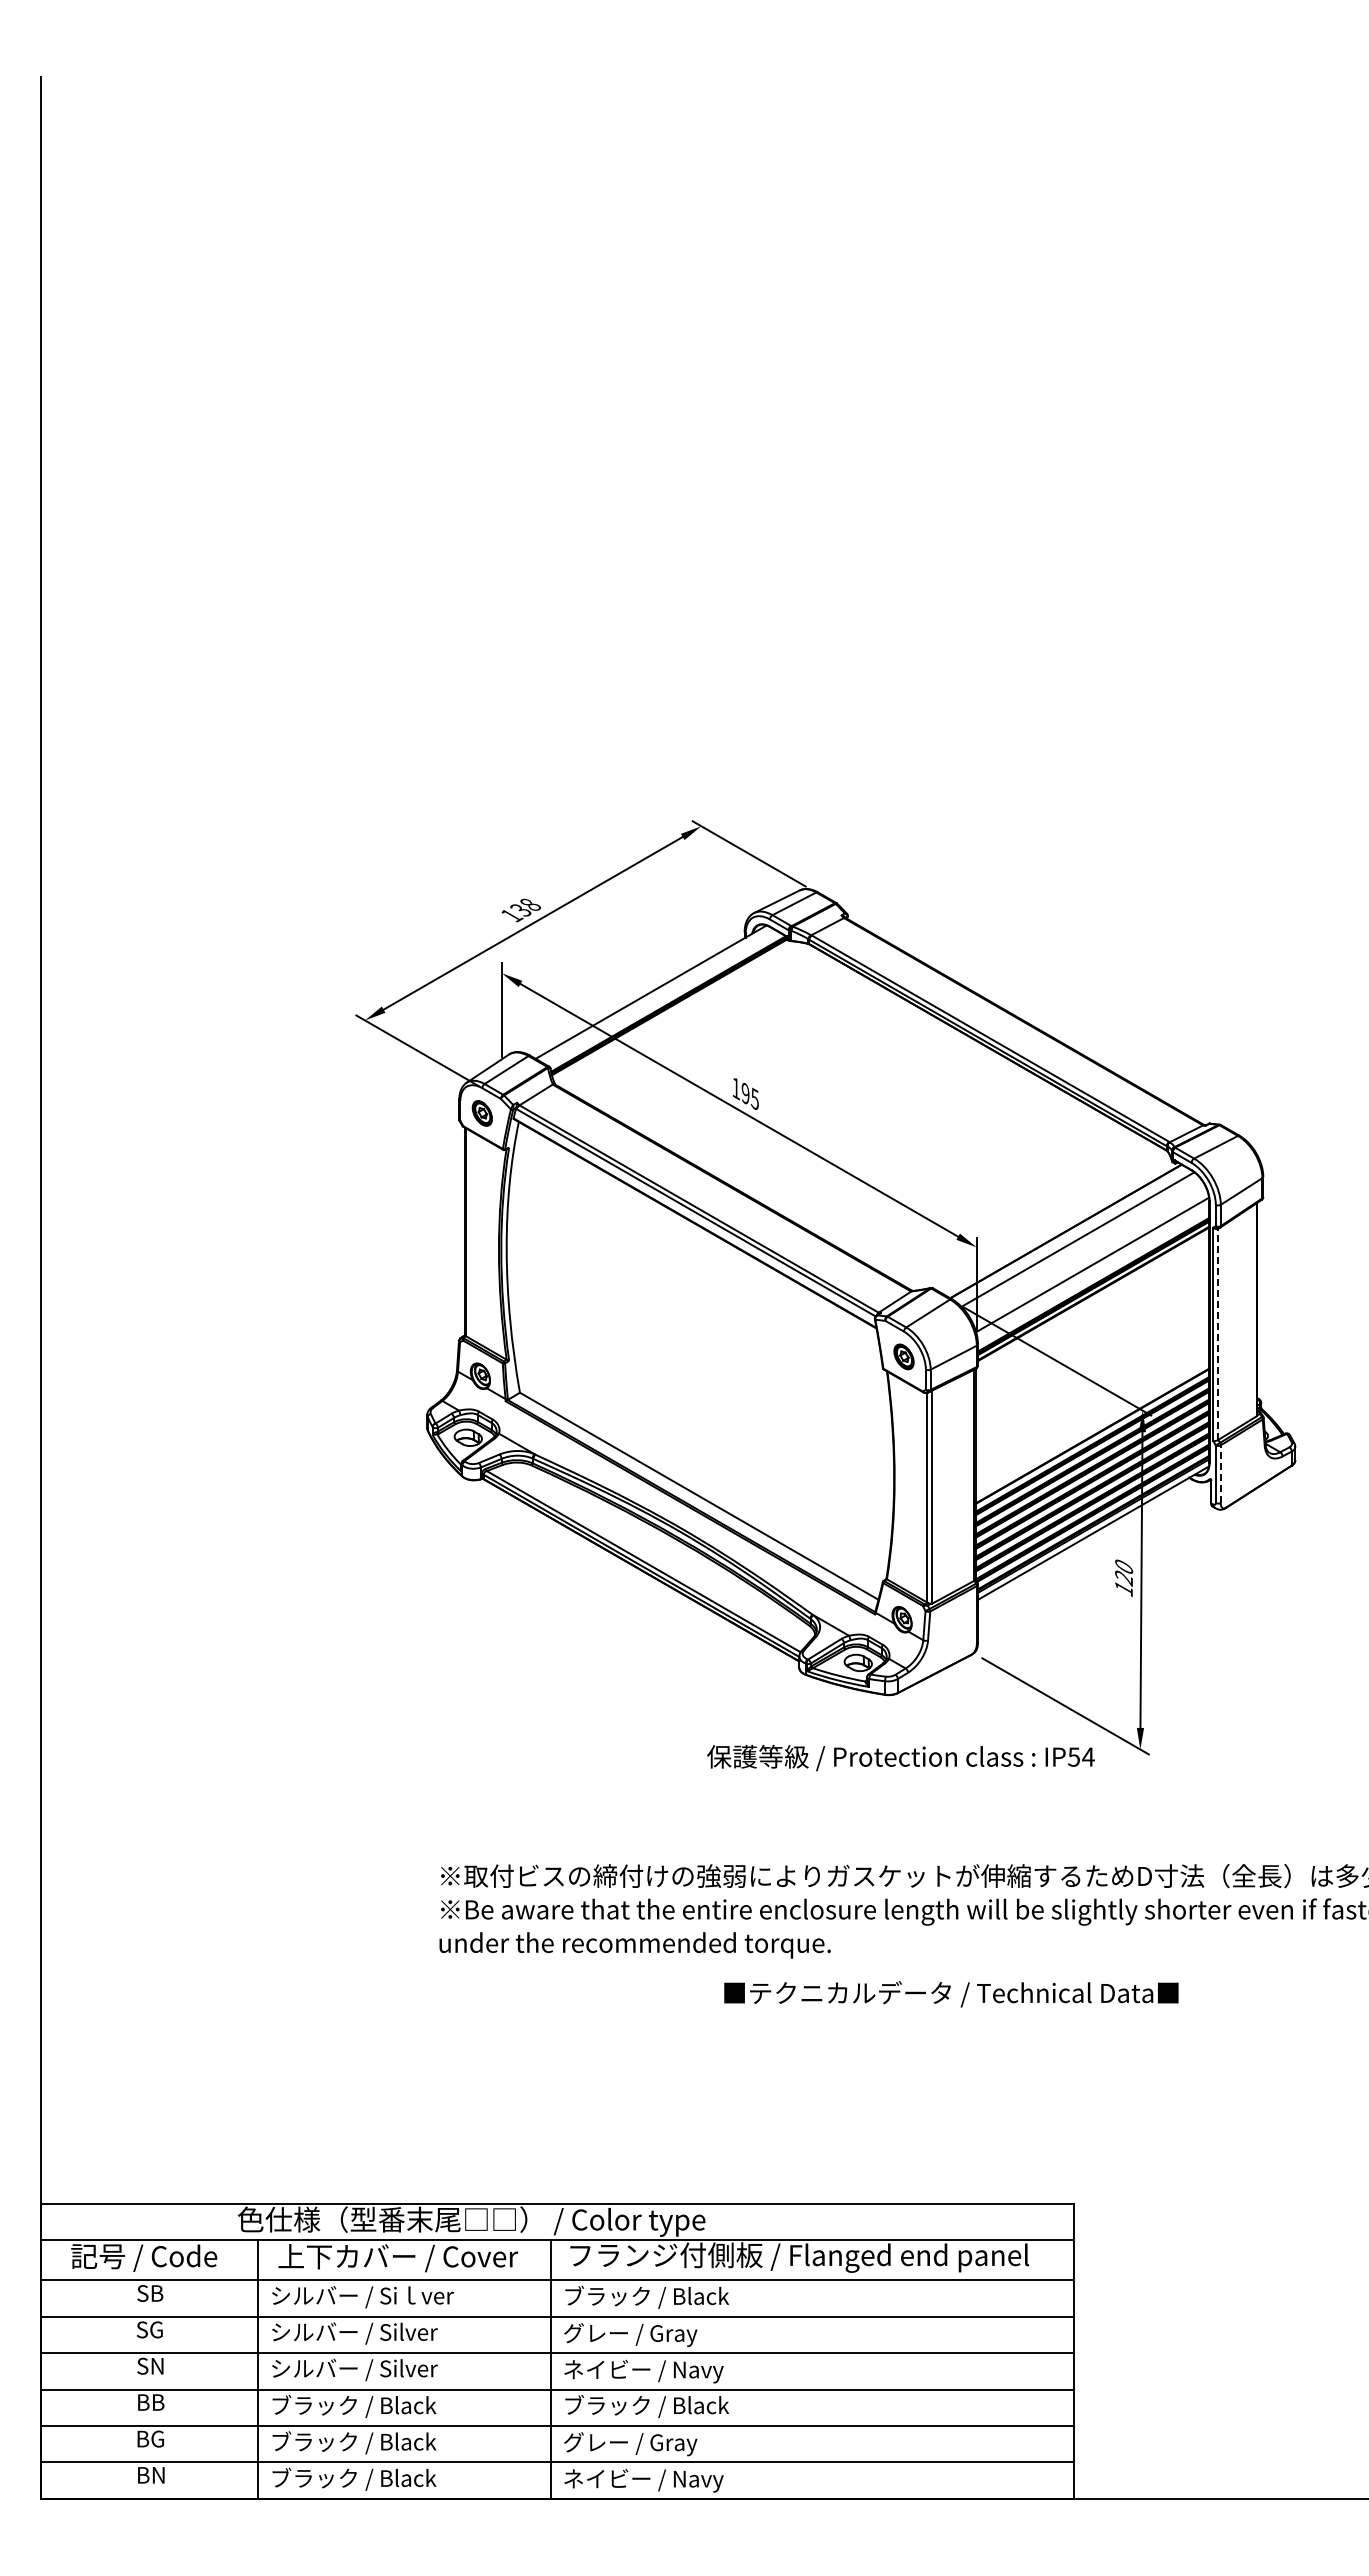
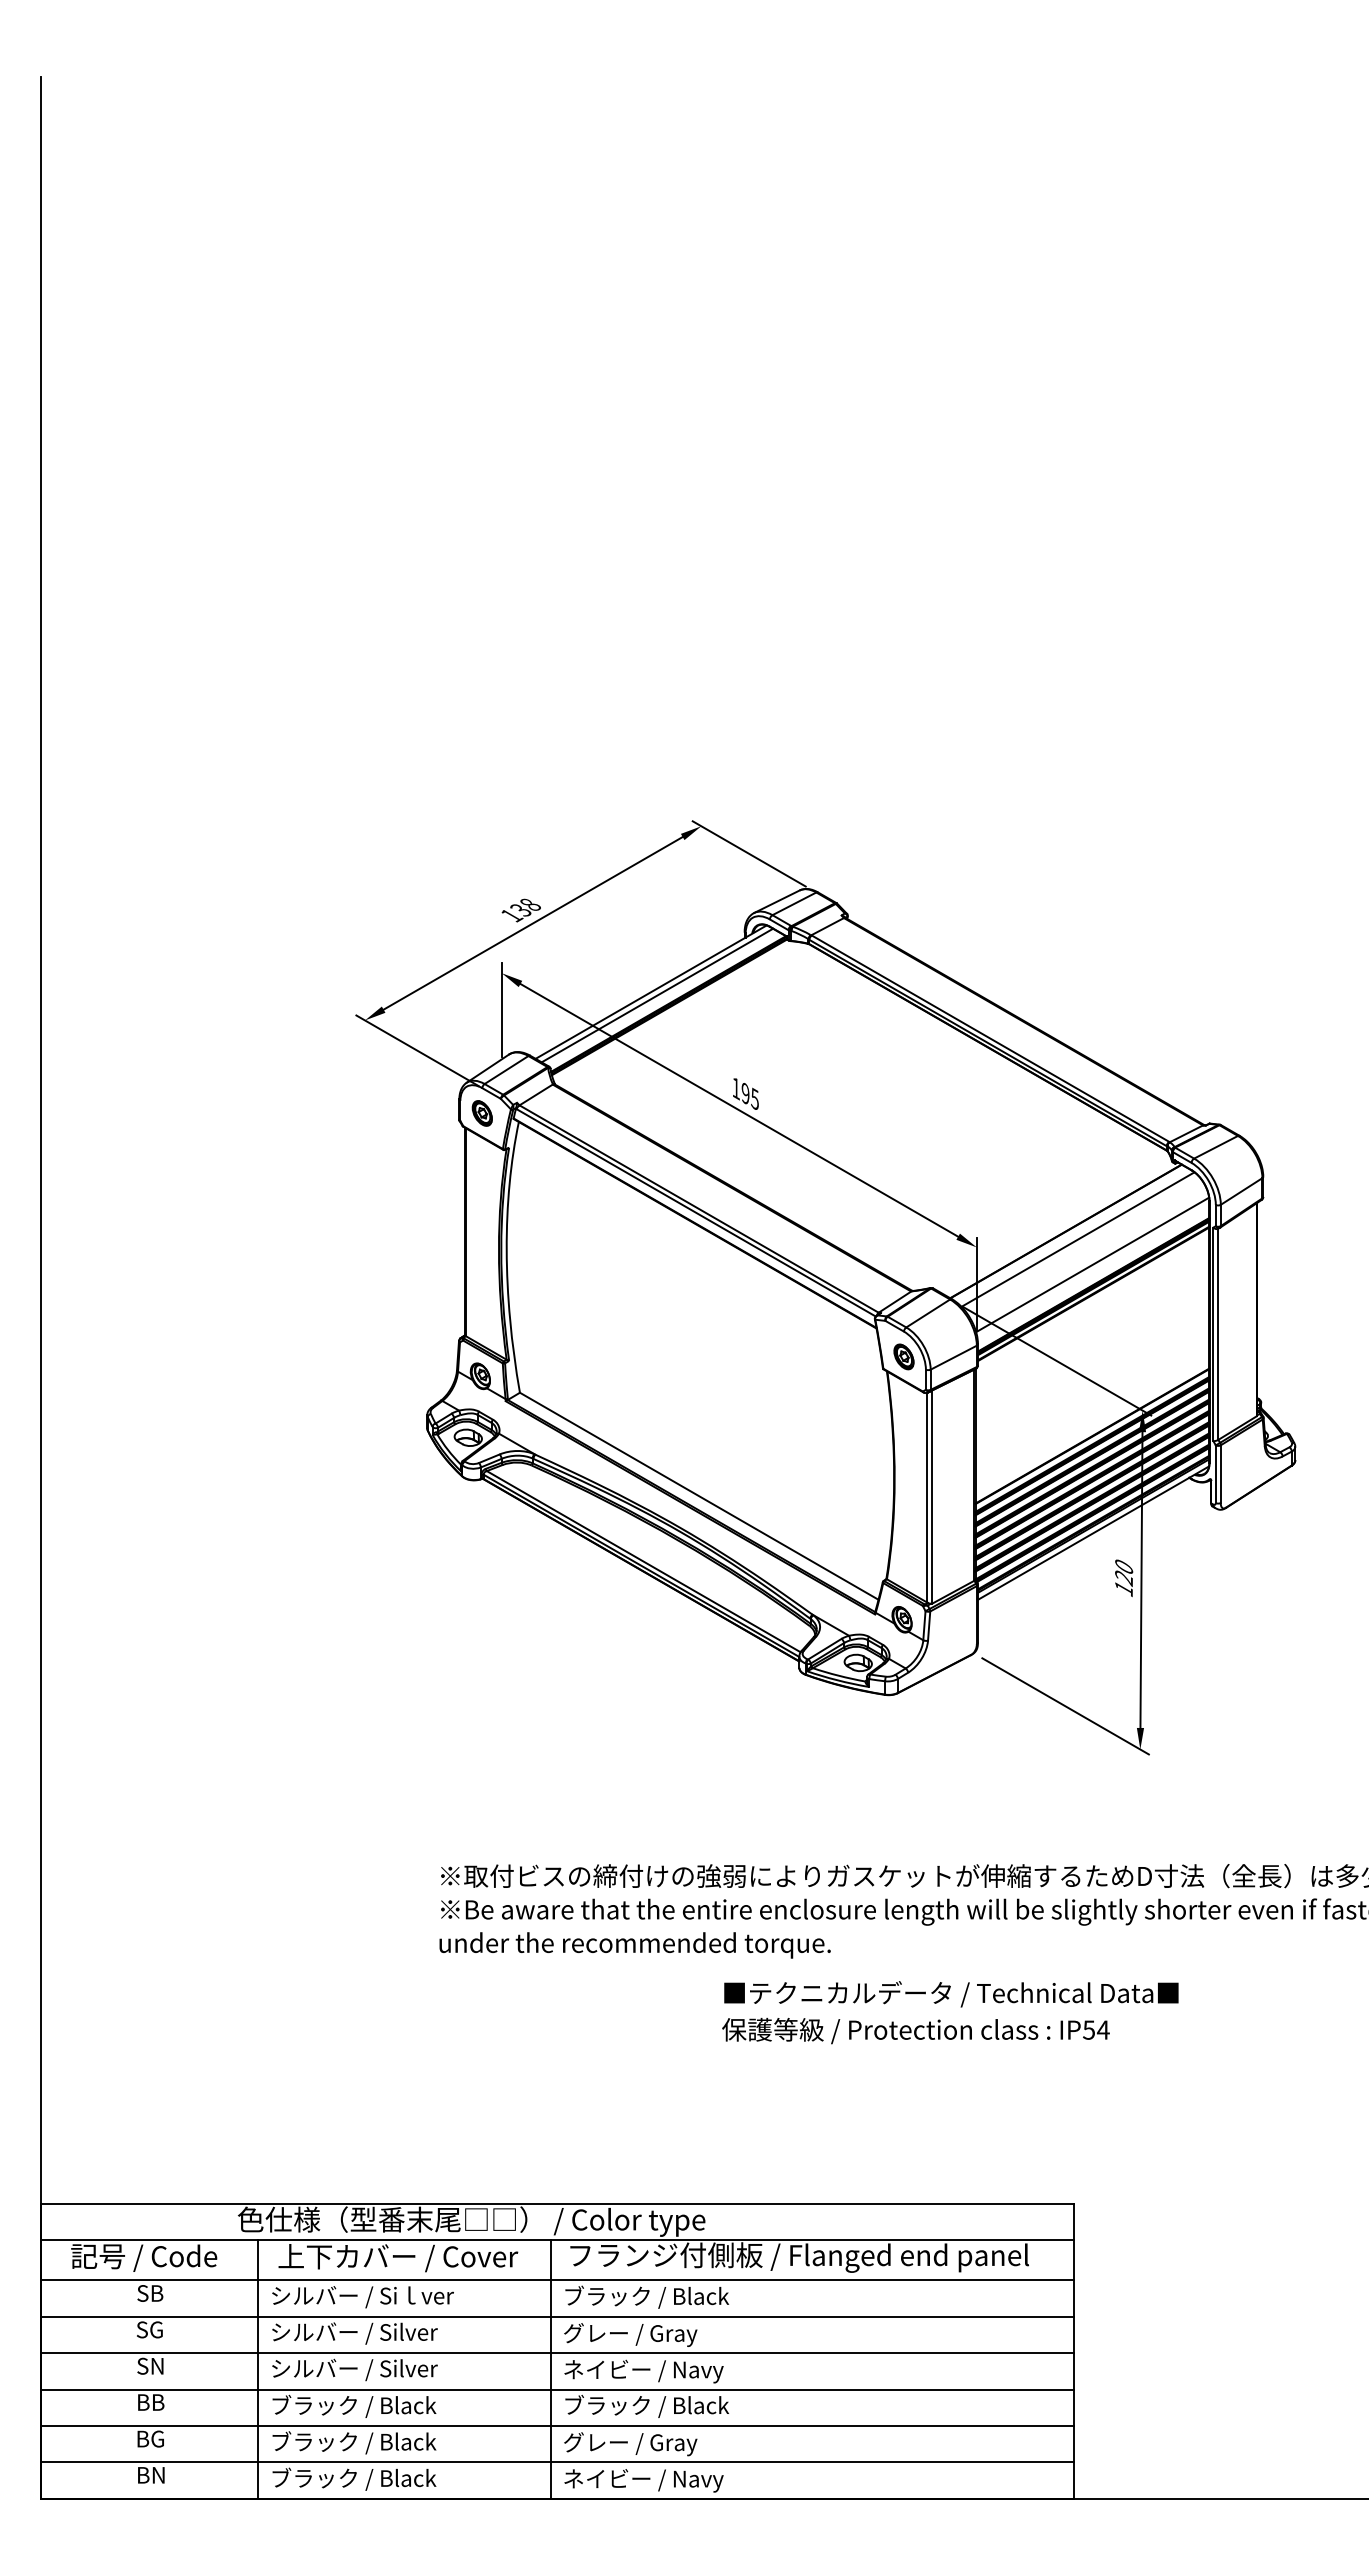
line at (657, 995): none -> present
line at (1218, 1334): dashed -> solid
line at (1220, 1474): dashed -> solid
text at (900, 1757) position: (900, 1757) -> (915, 2030)
